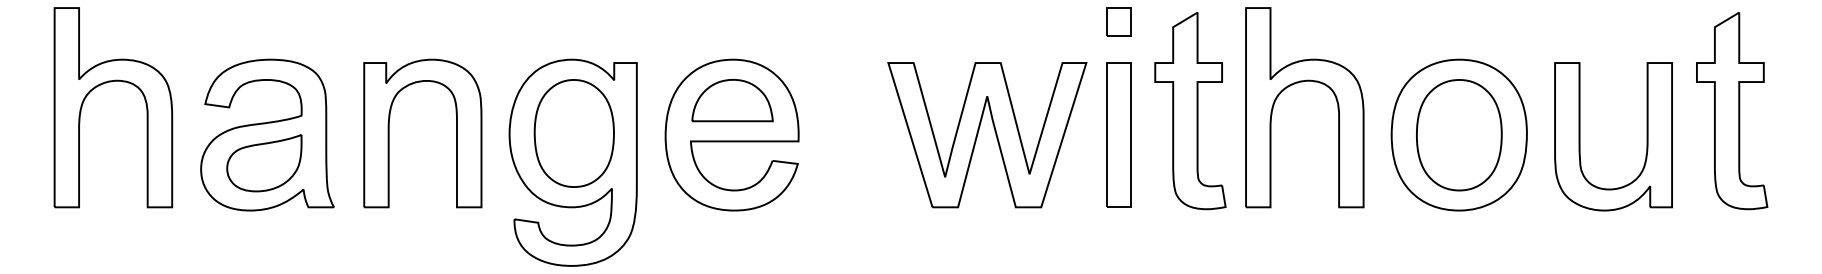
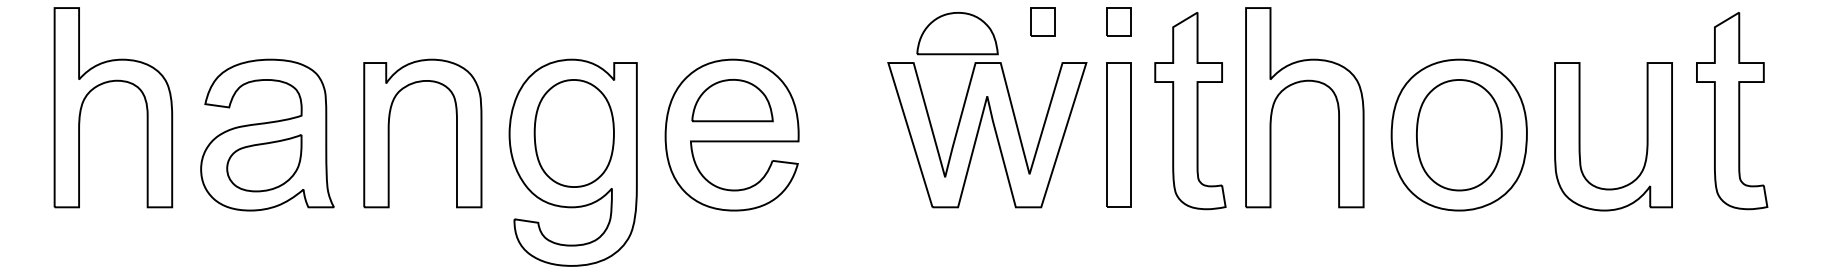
part at (1042, 21): none -> present
part at (957, 33): none -> present
